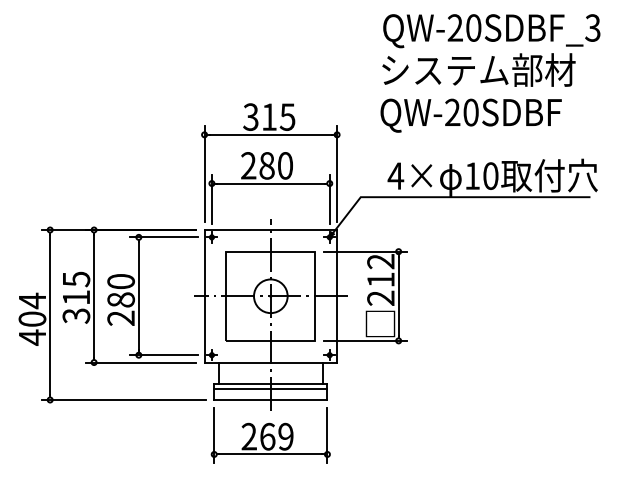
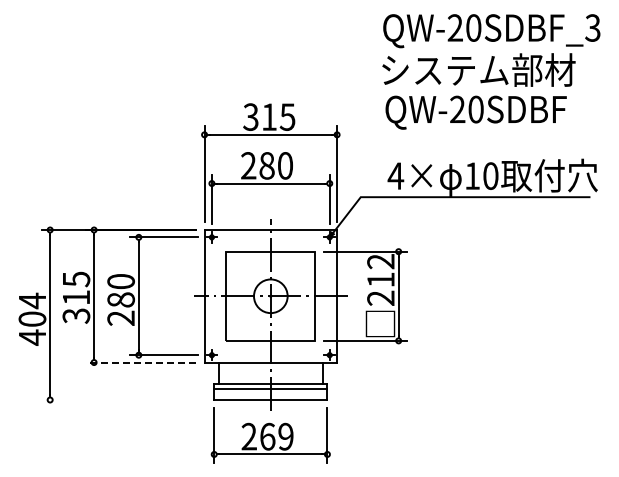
text at (470, 115) position: (470, 115) -> (475, 112)
line at (140, 362): solid -> dashed
line at (123, 400): present -> none
